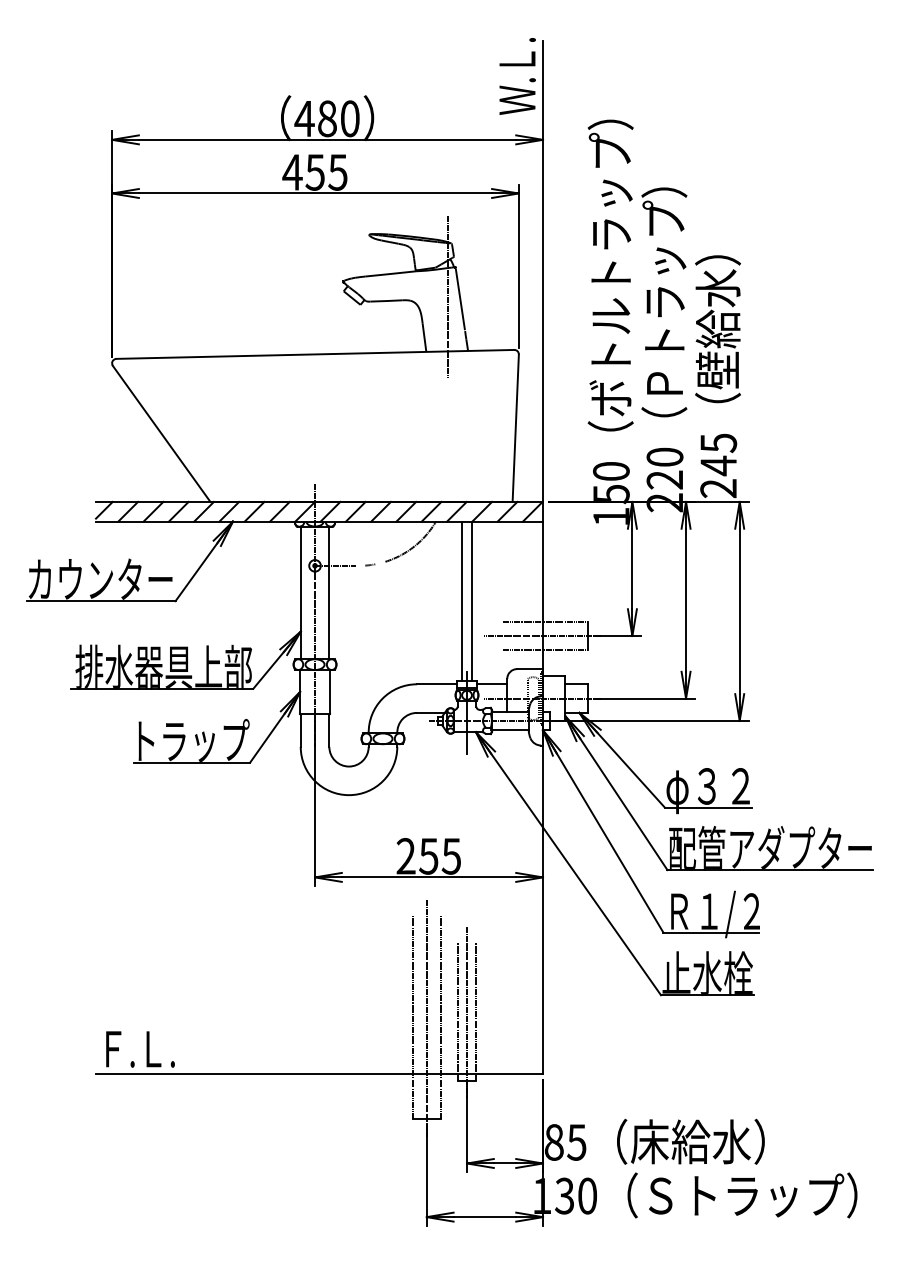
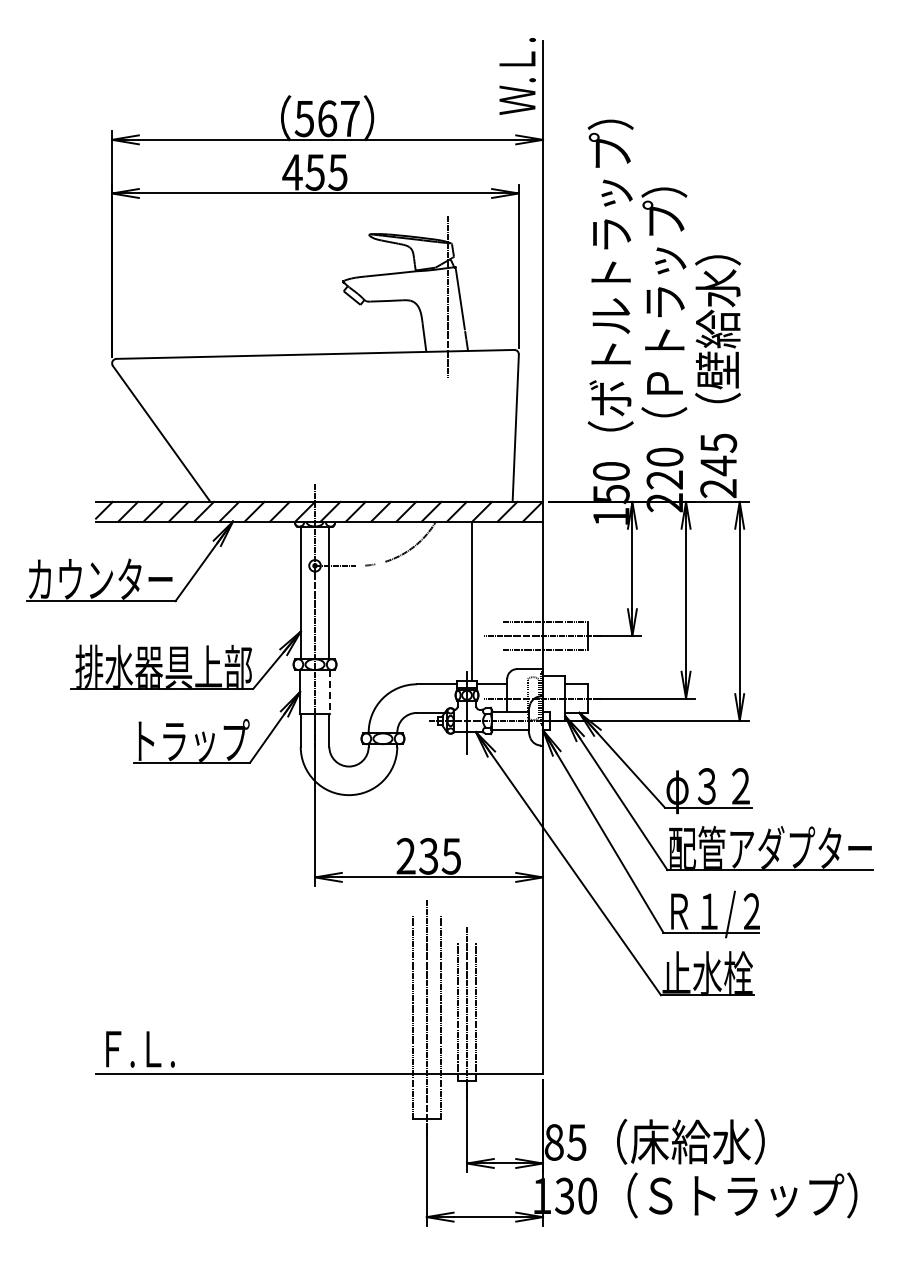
text at (326, 118): 480 -> 567
line at (462, 601): present -> none
line at (329, 692): solid -> dashed
text at (428, 856): 255 -> 235
